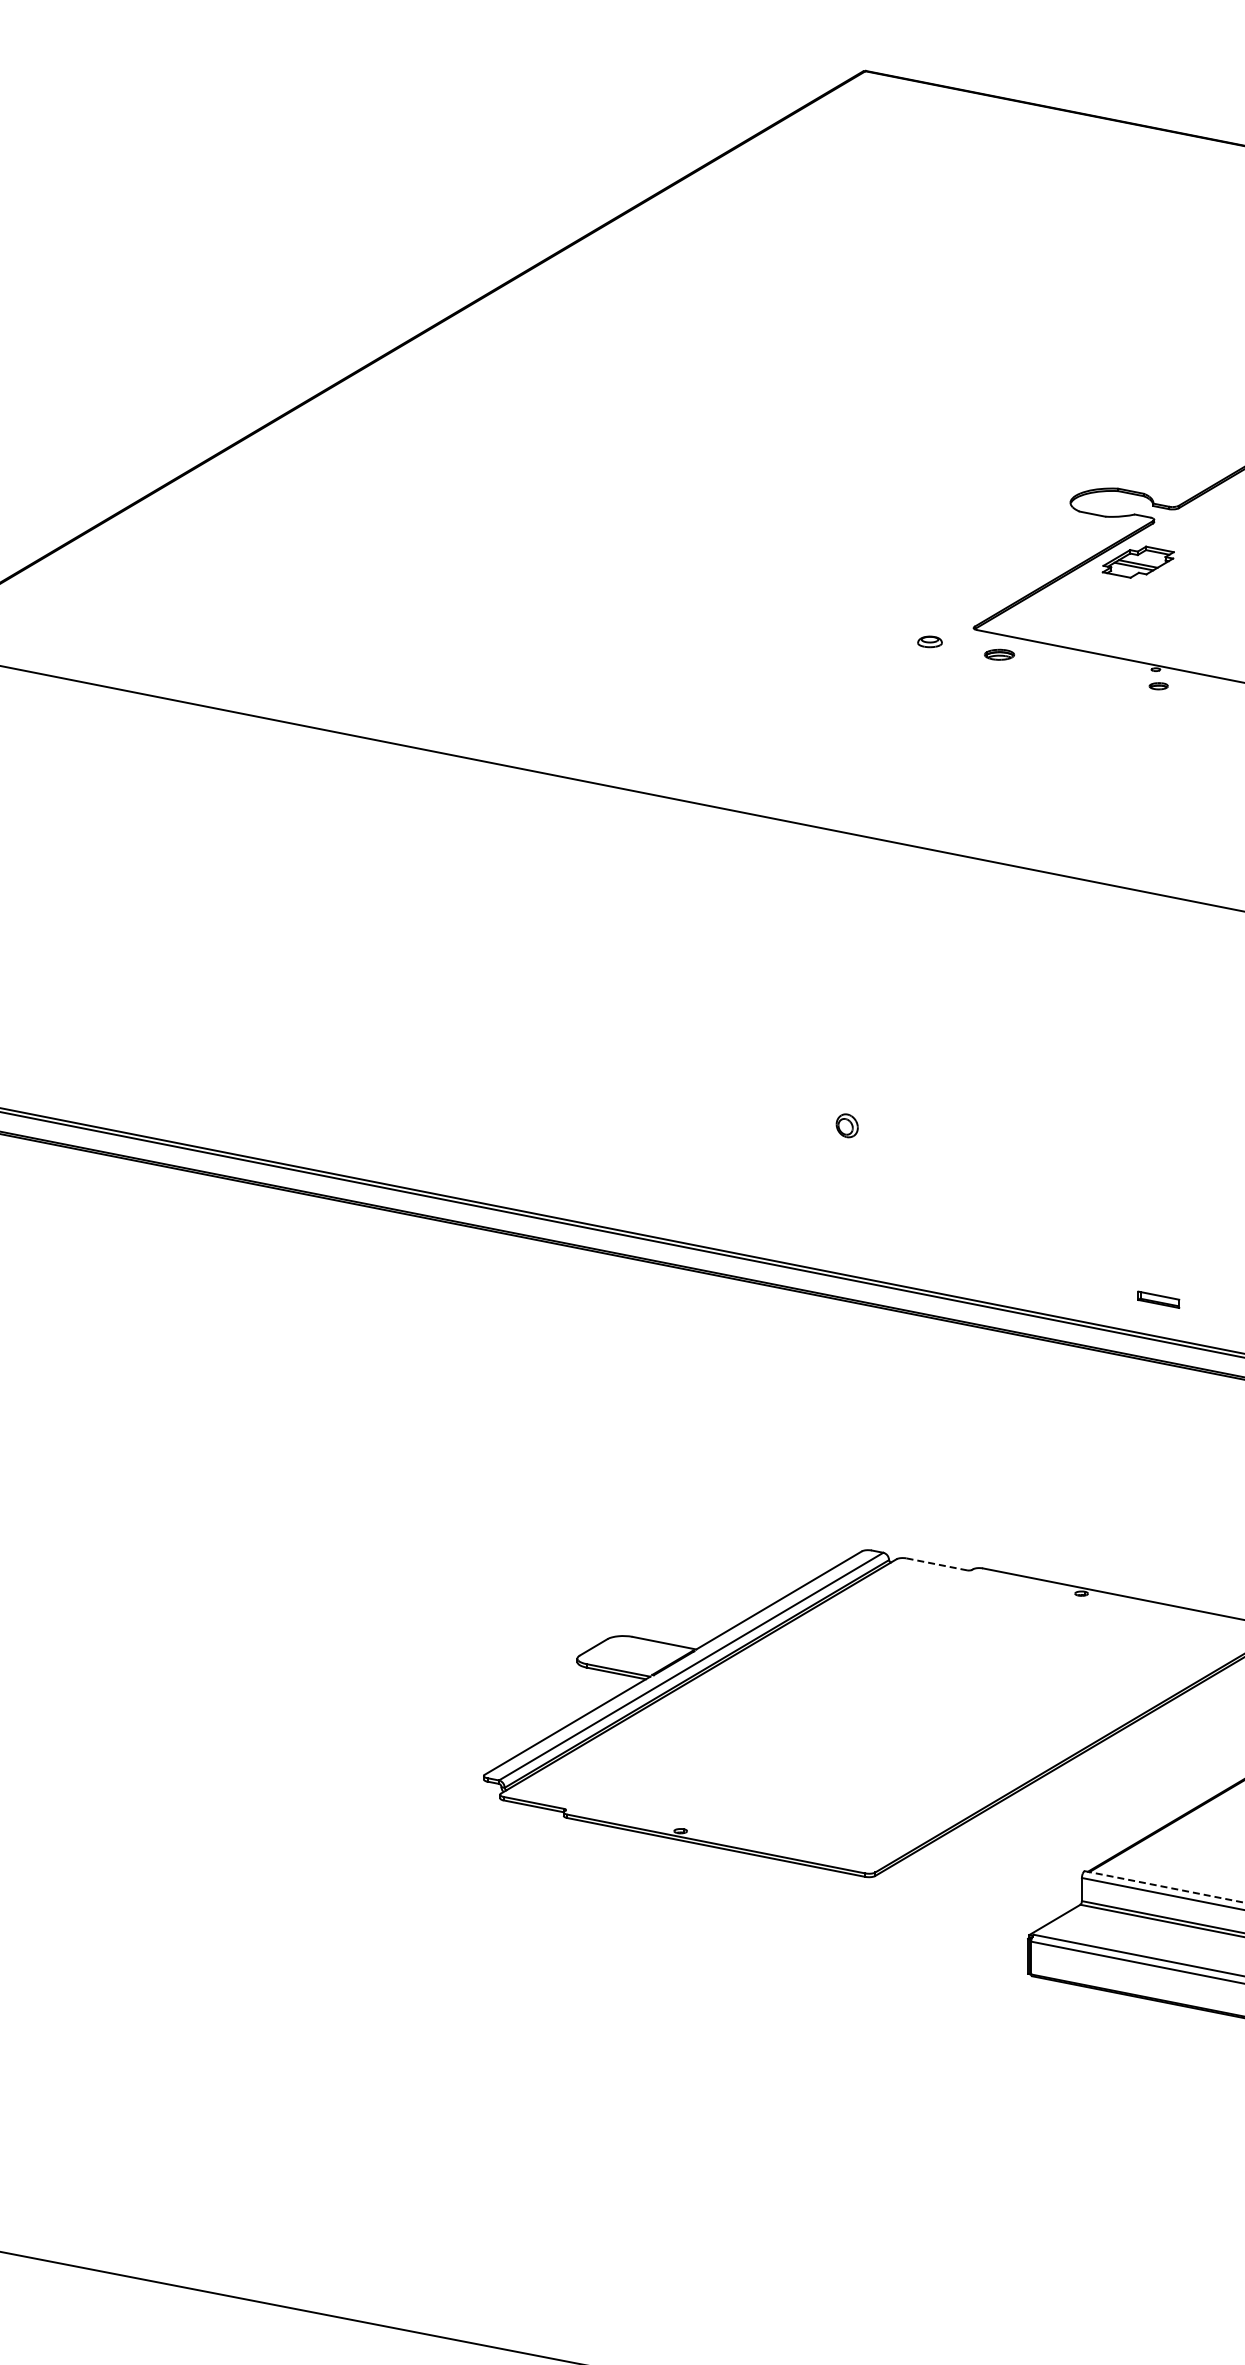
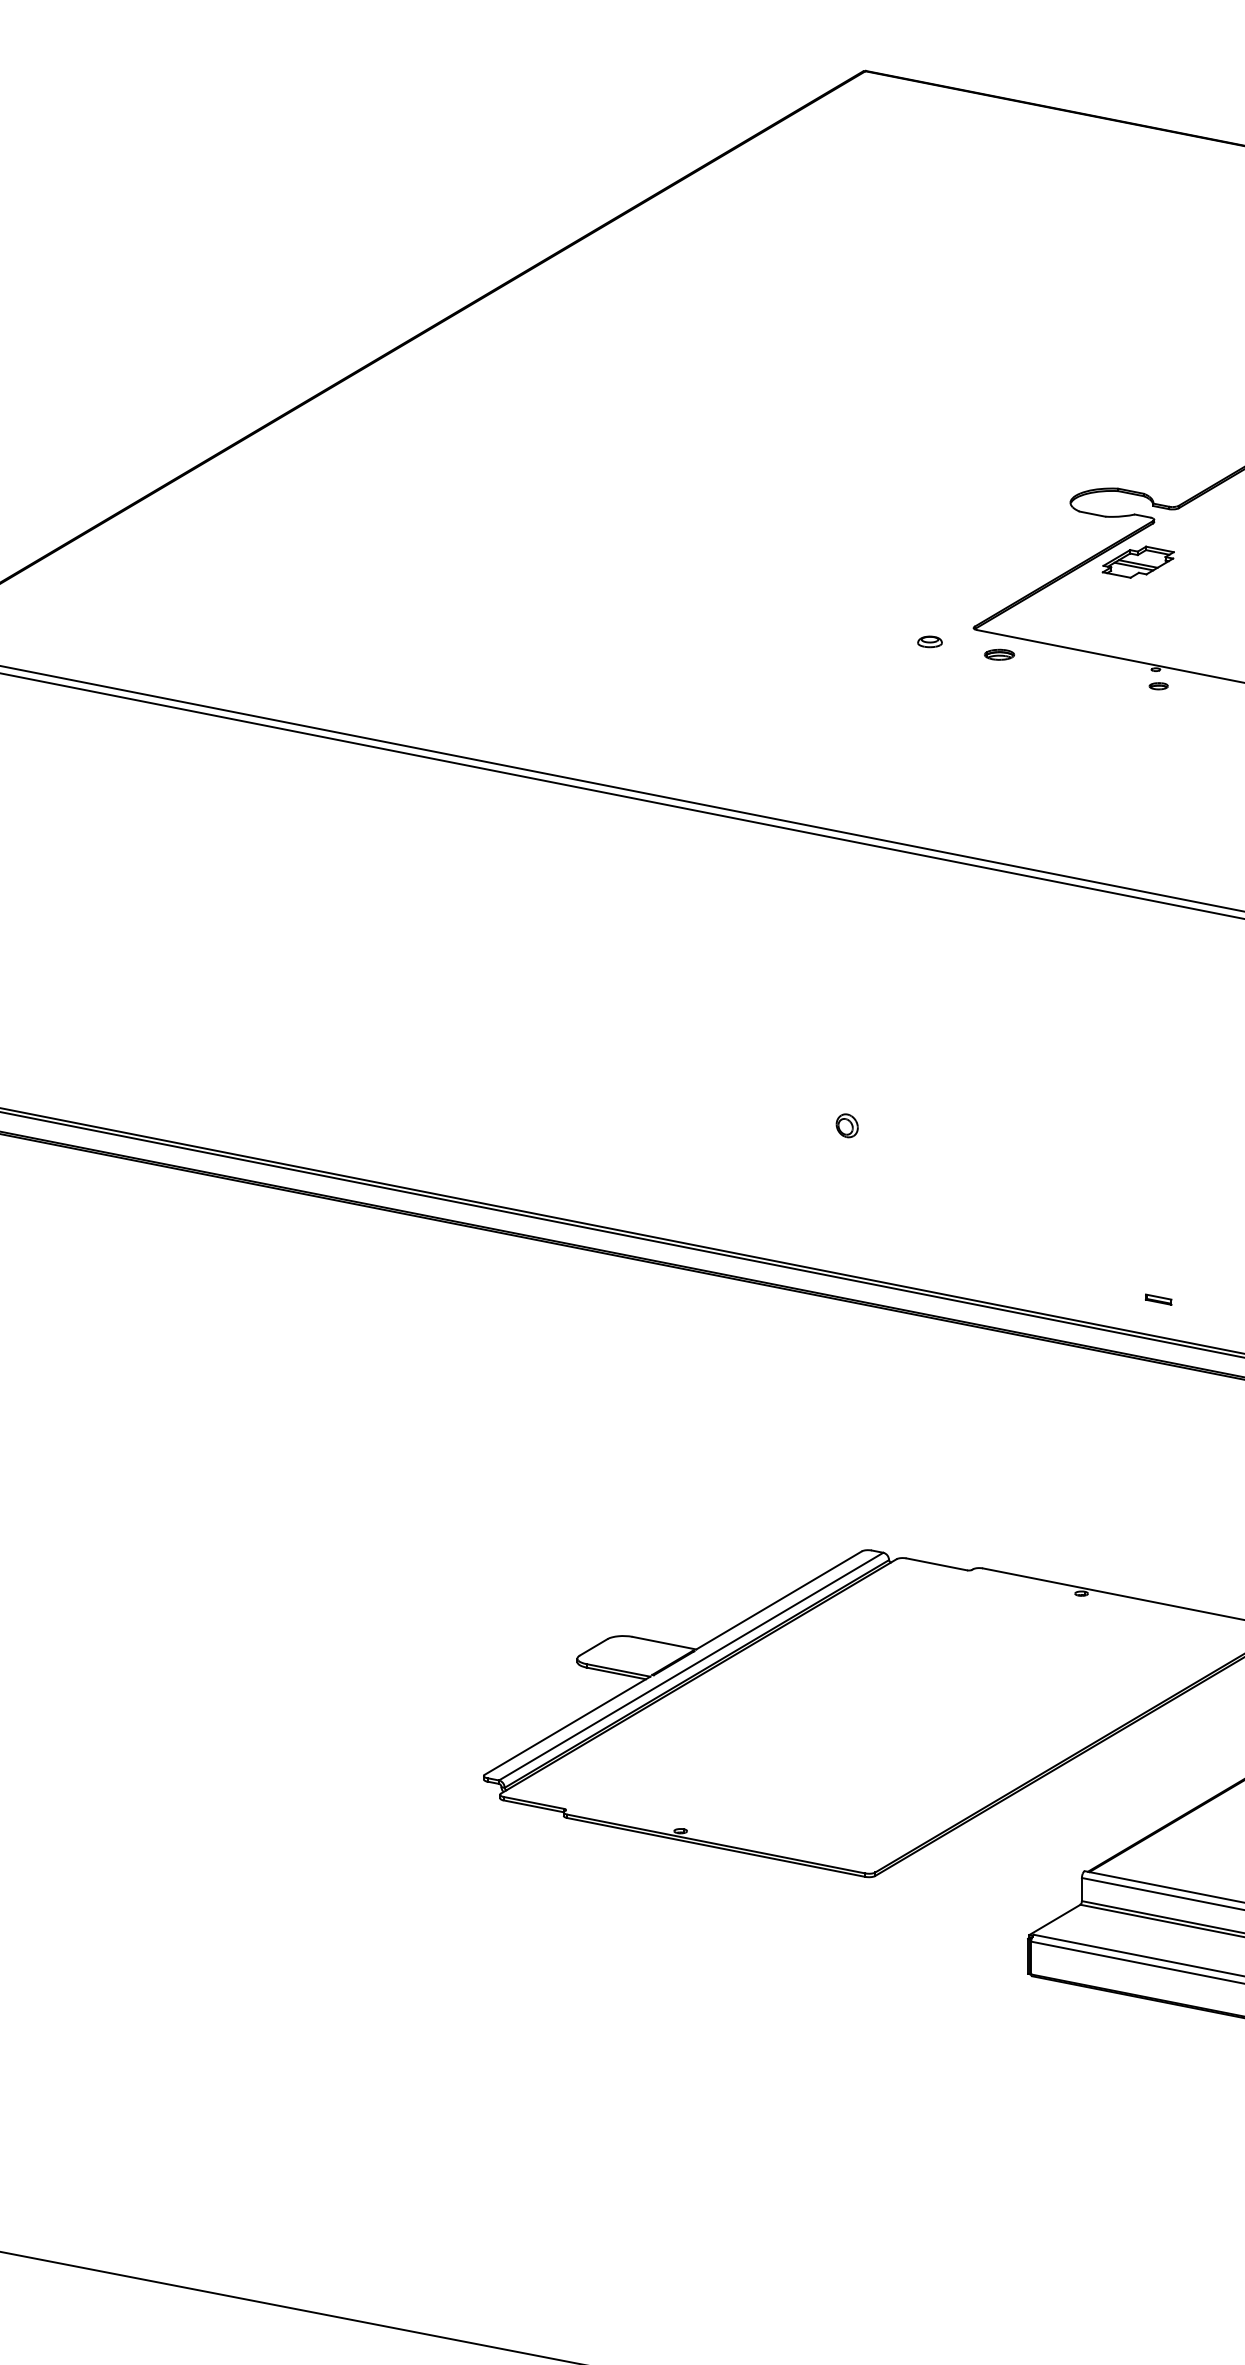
line at (621, 795): none -> present
part at (1158, 1299) size: 44x19 px -> 29x13 px
line at (936, 1564): dashed -> solid
line at (1166, 1887): dashed -> solid
